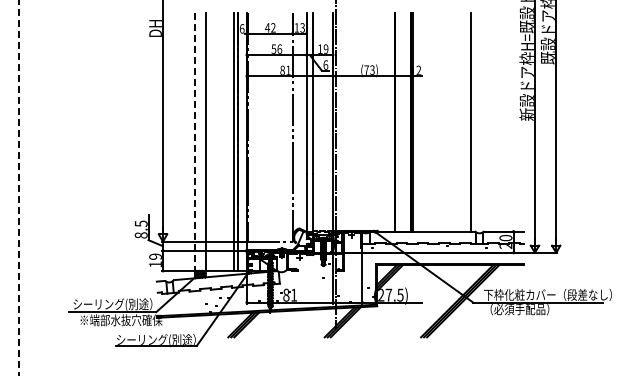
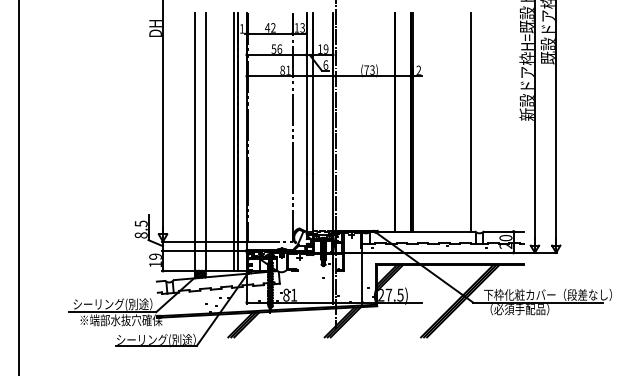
text at (241, 28): 6 -> 1
line at (195, 142): dashed -> solid
line at (18, 187): dashed -> solid
